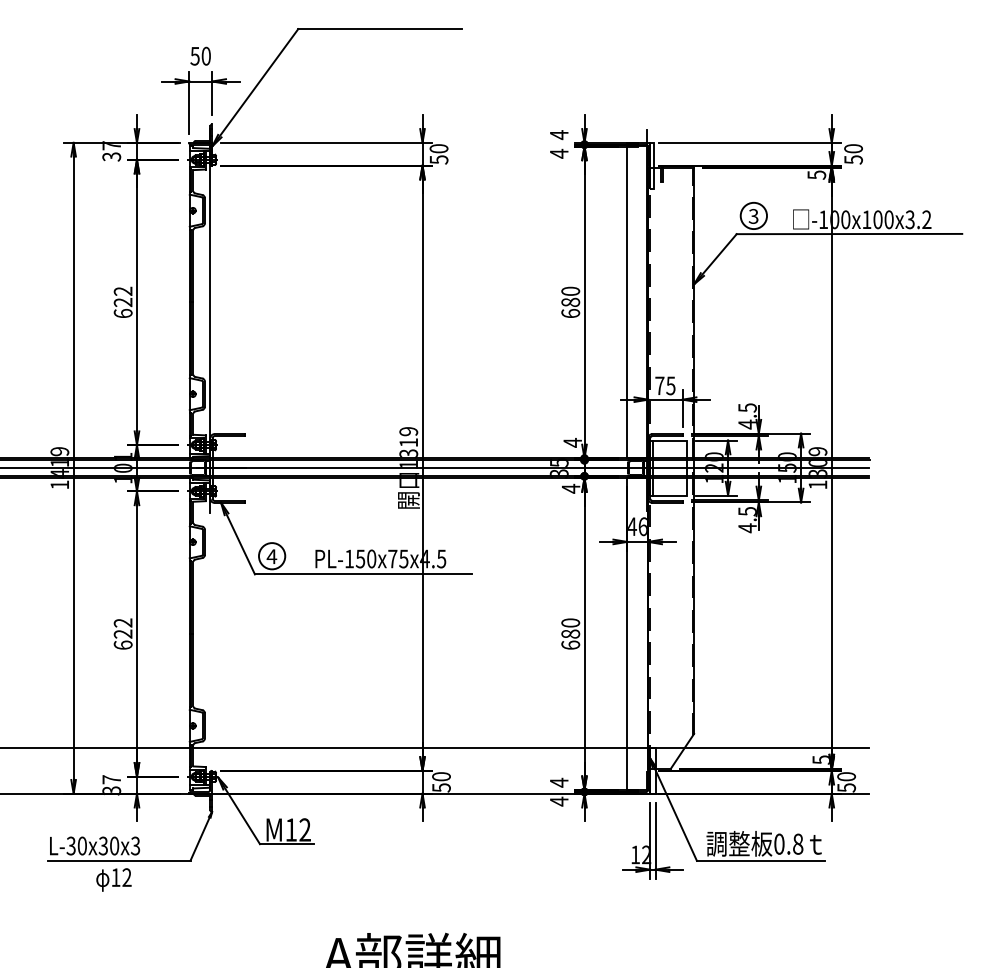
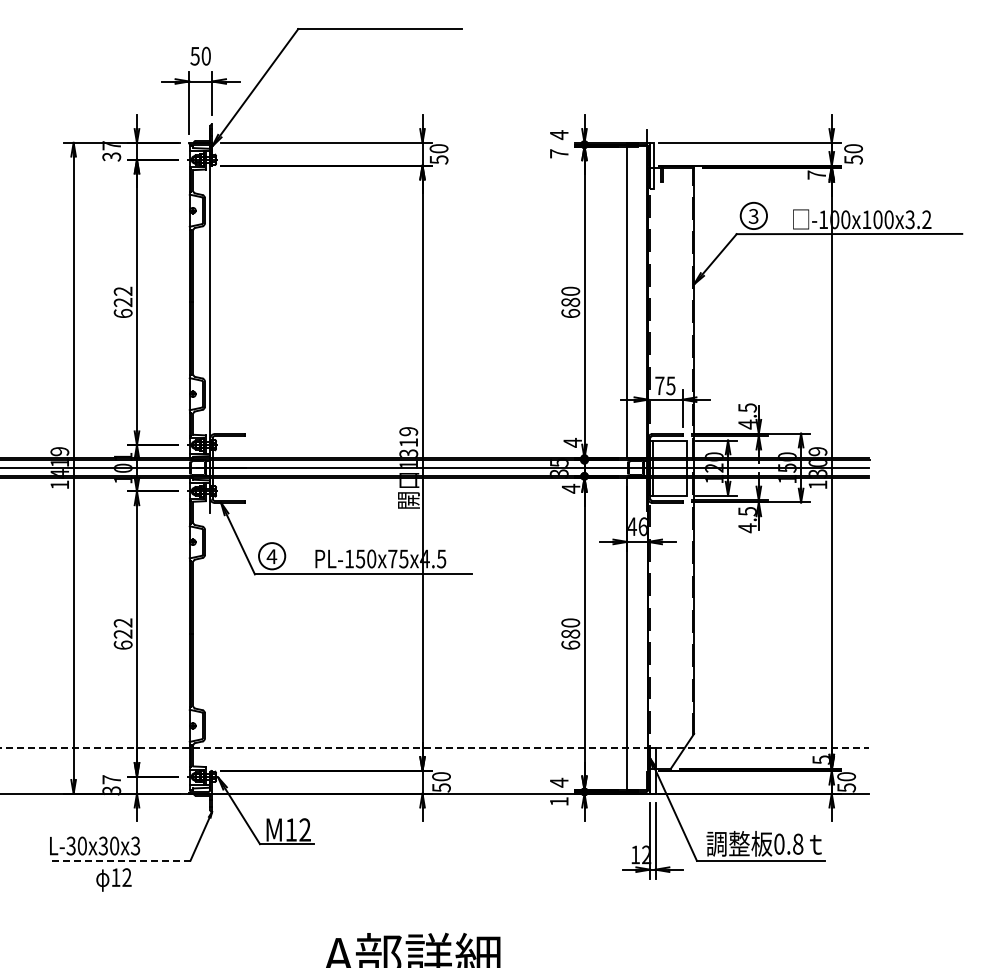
text at (559, 153): 4 -> 7
text at (816, 174): 5 -> 7
line at (434, 747): solid -> dashed
text at (559, 801): 4 -> 1
line at (118, 860): solid -> dashed
